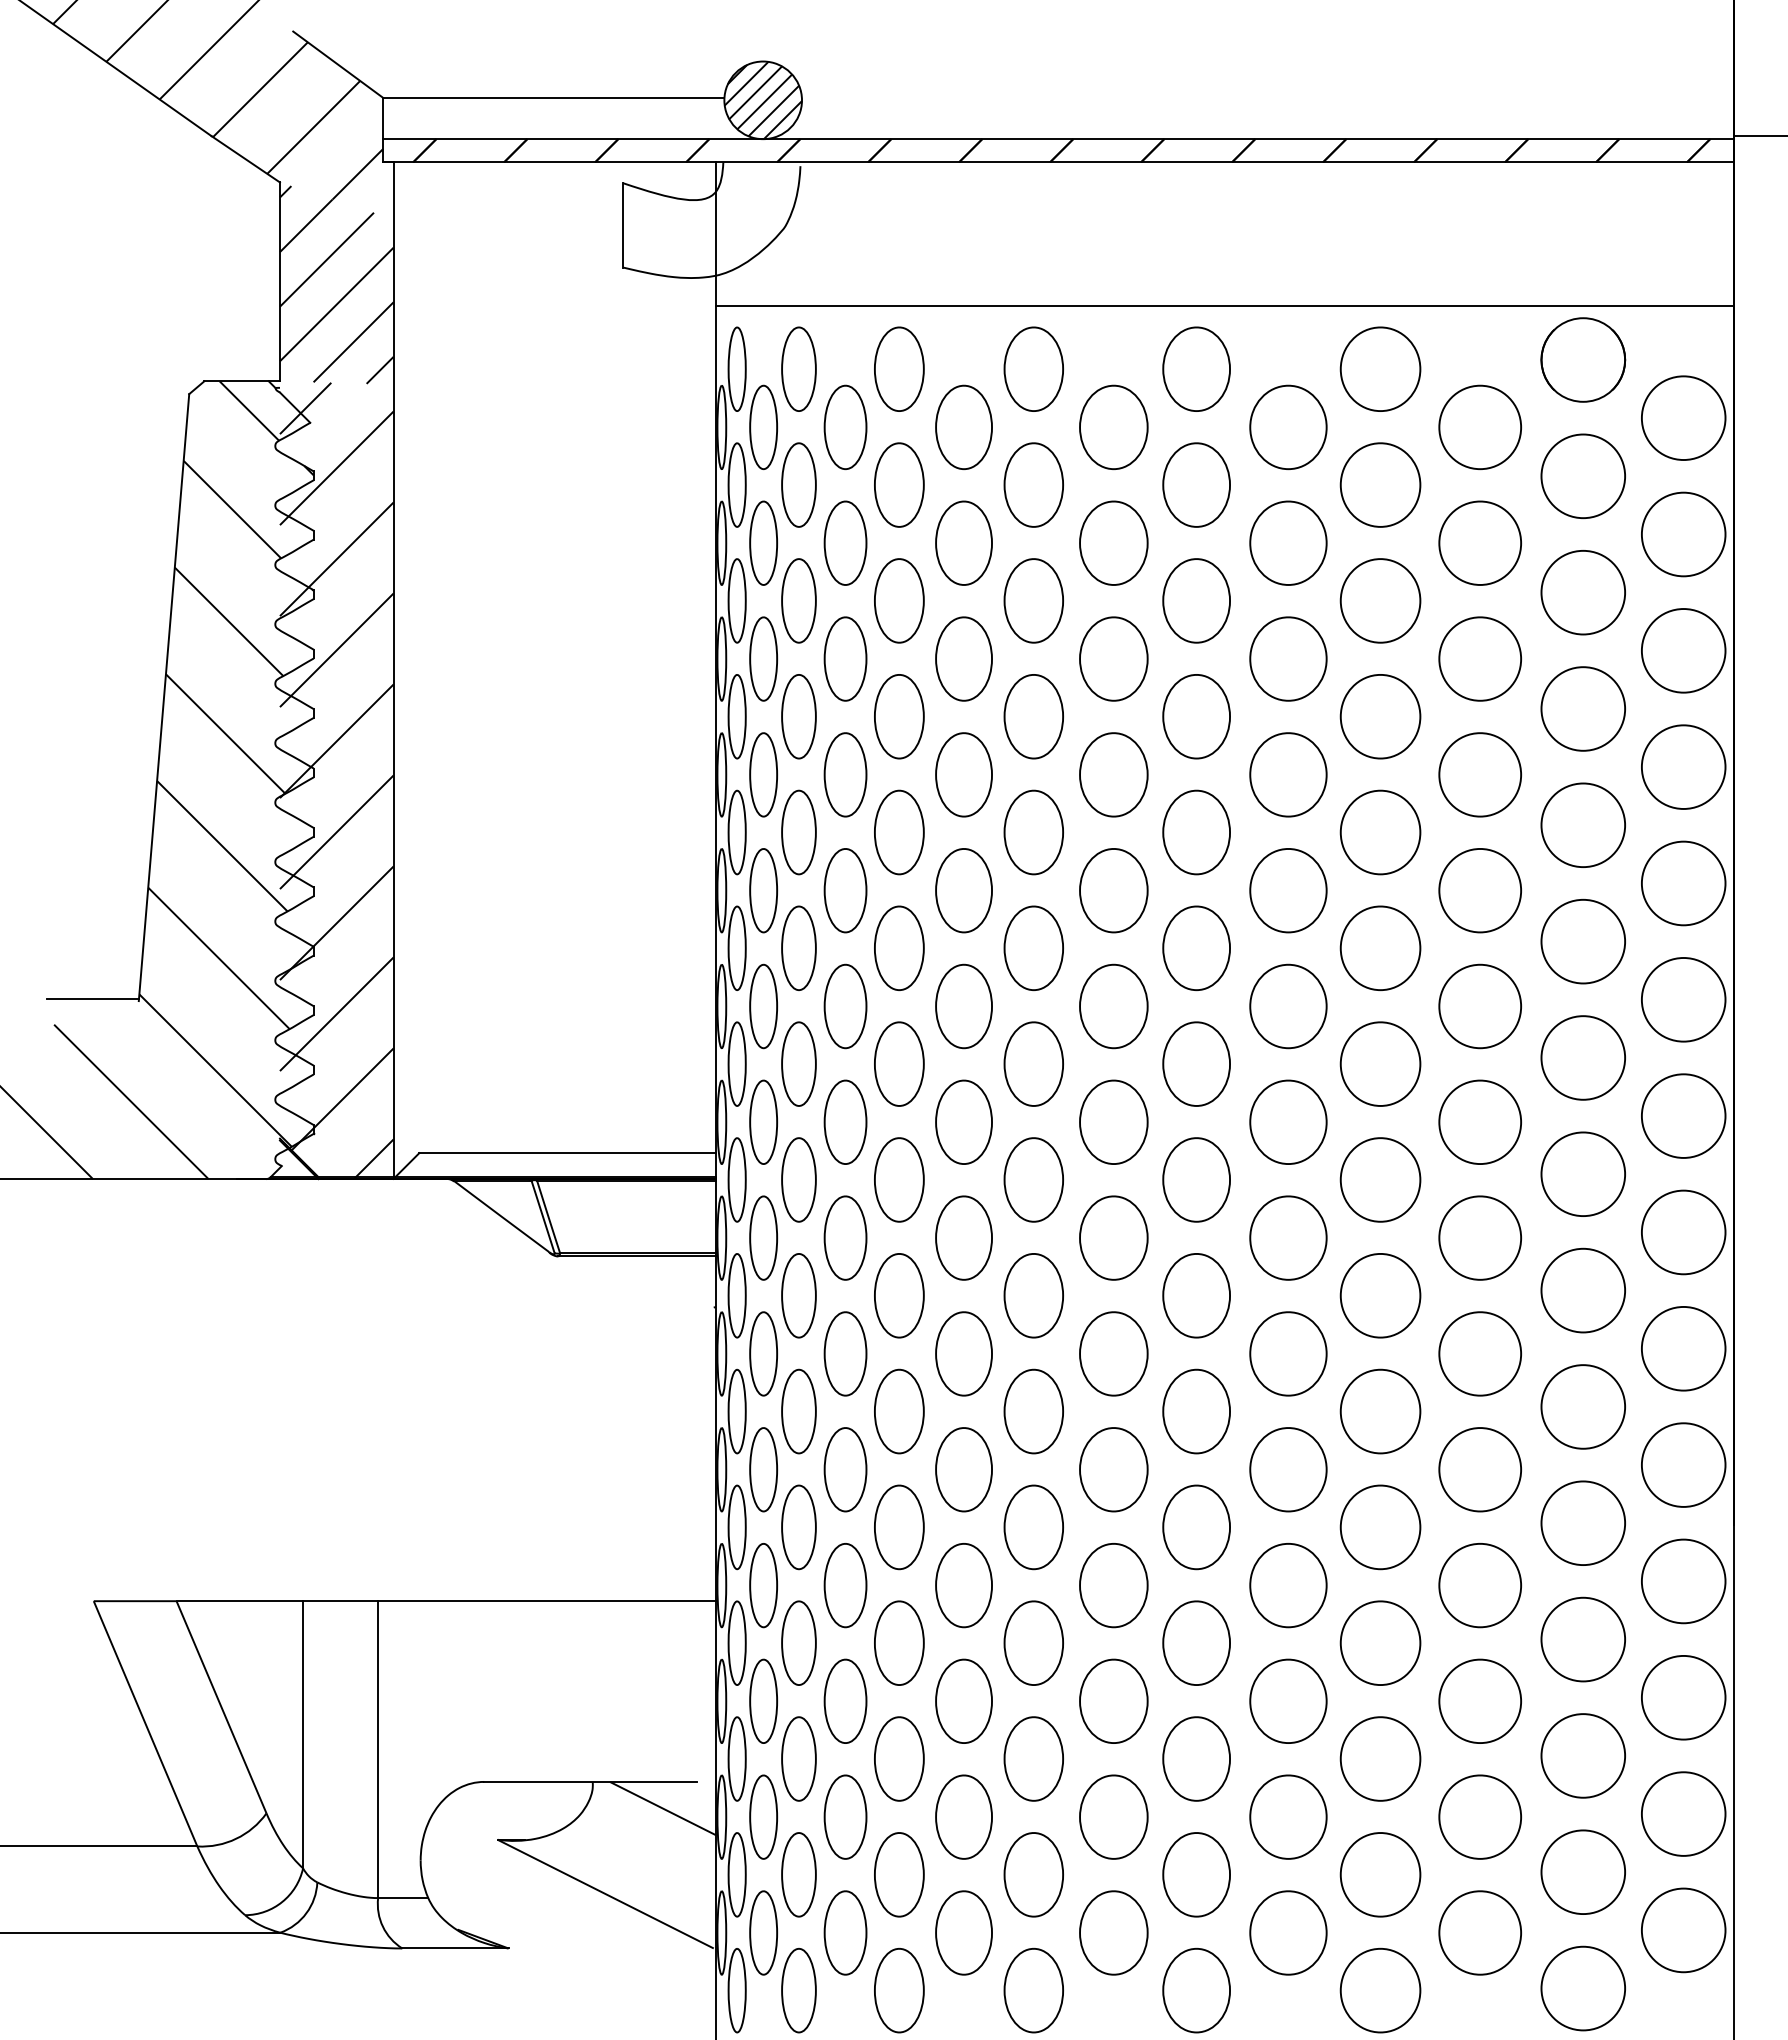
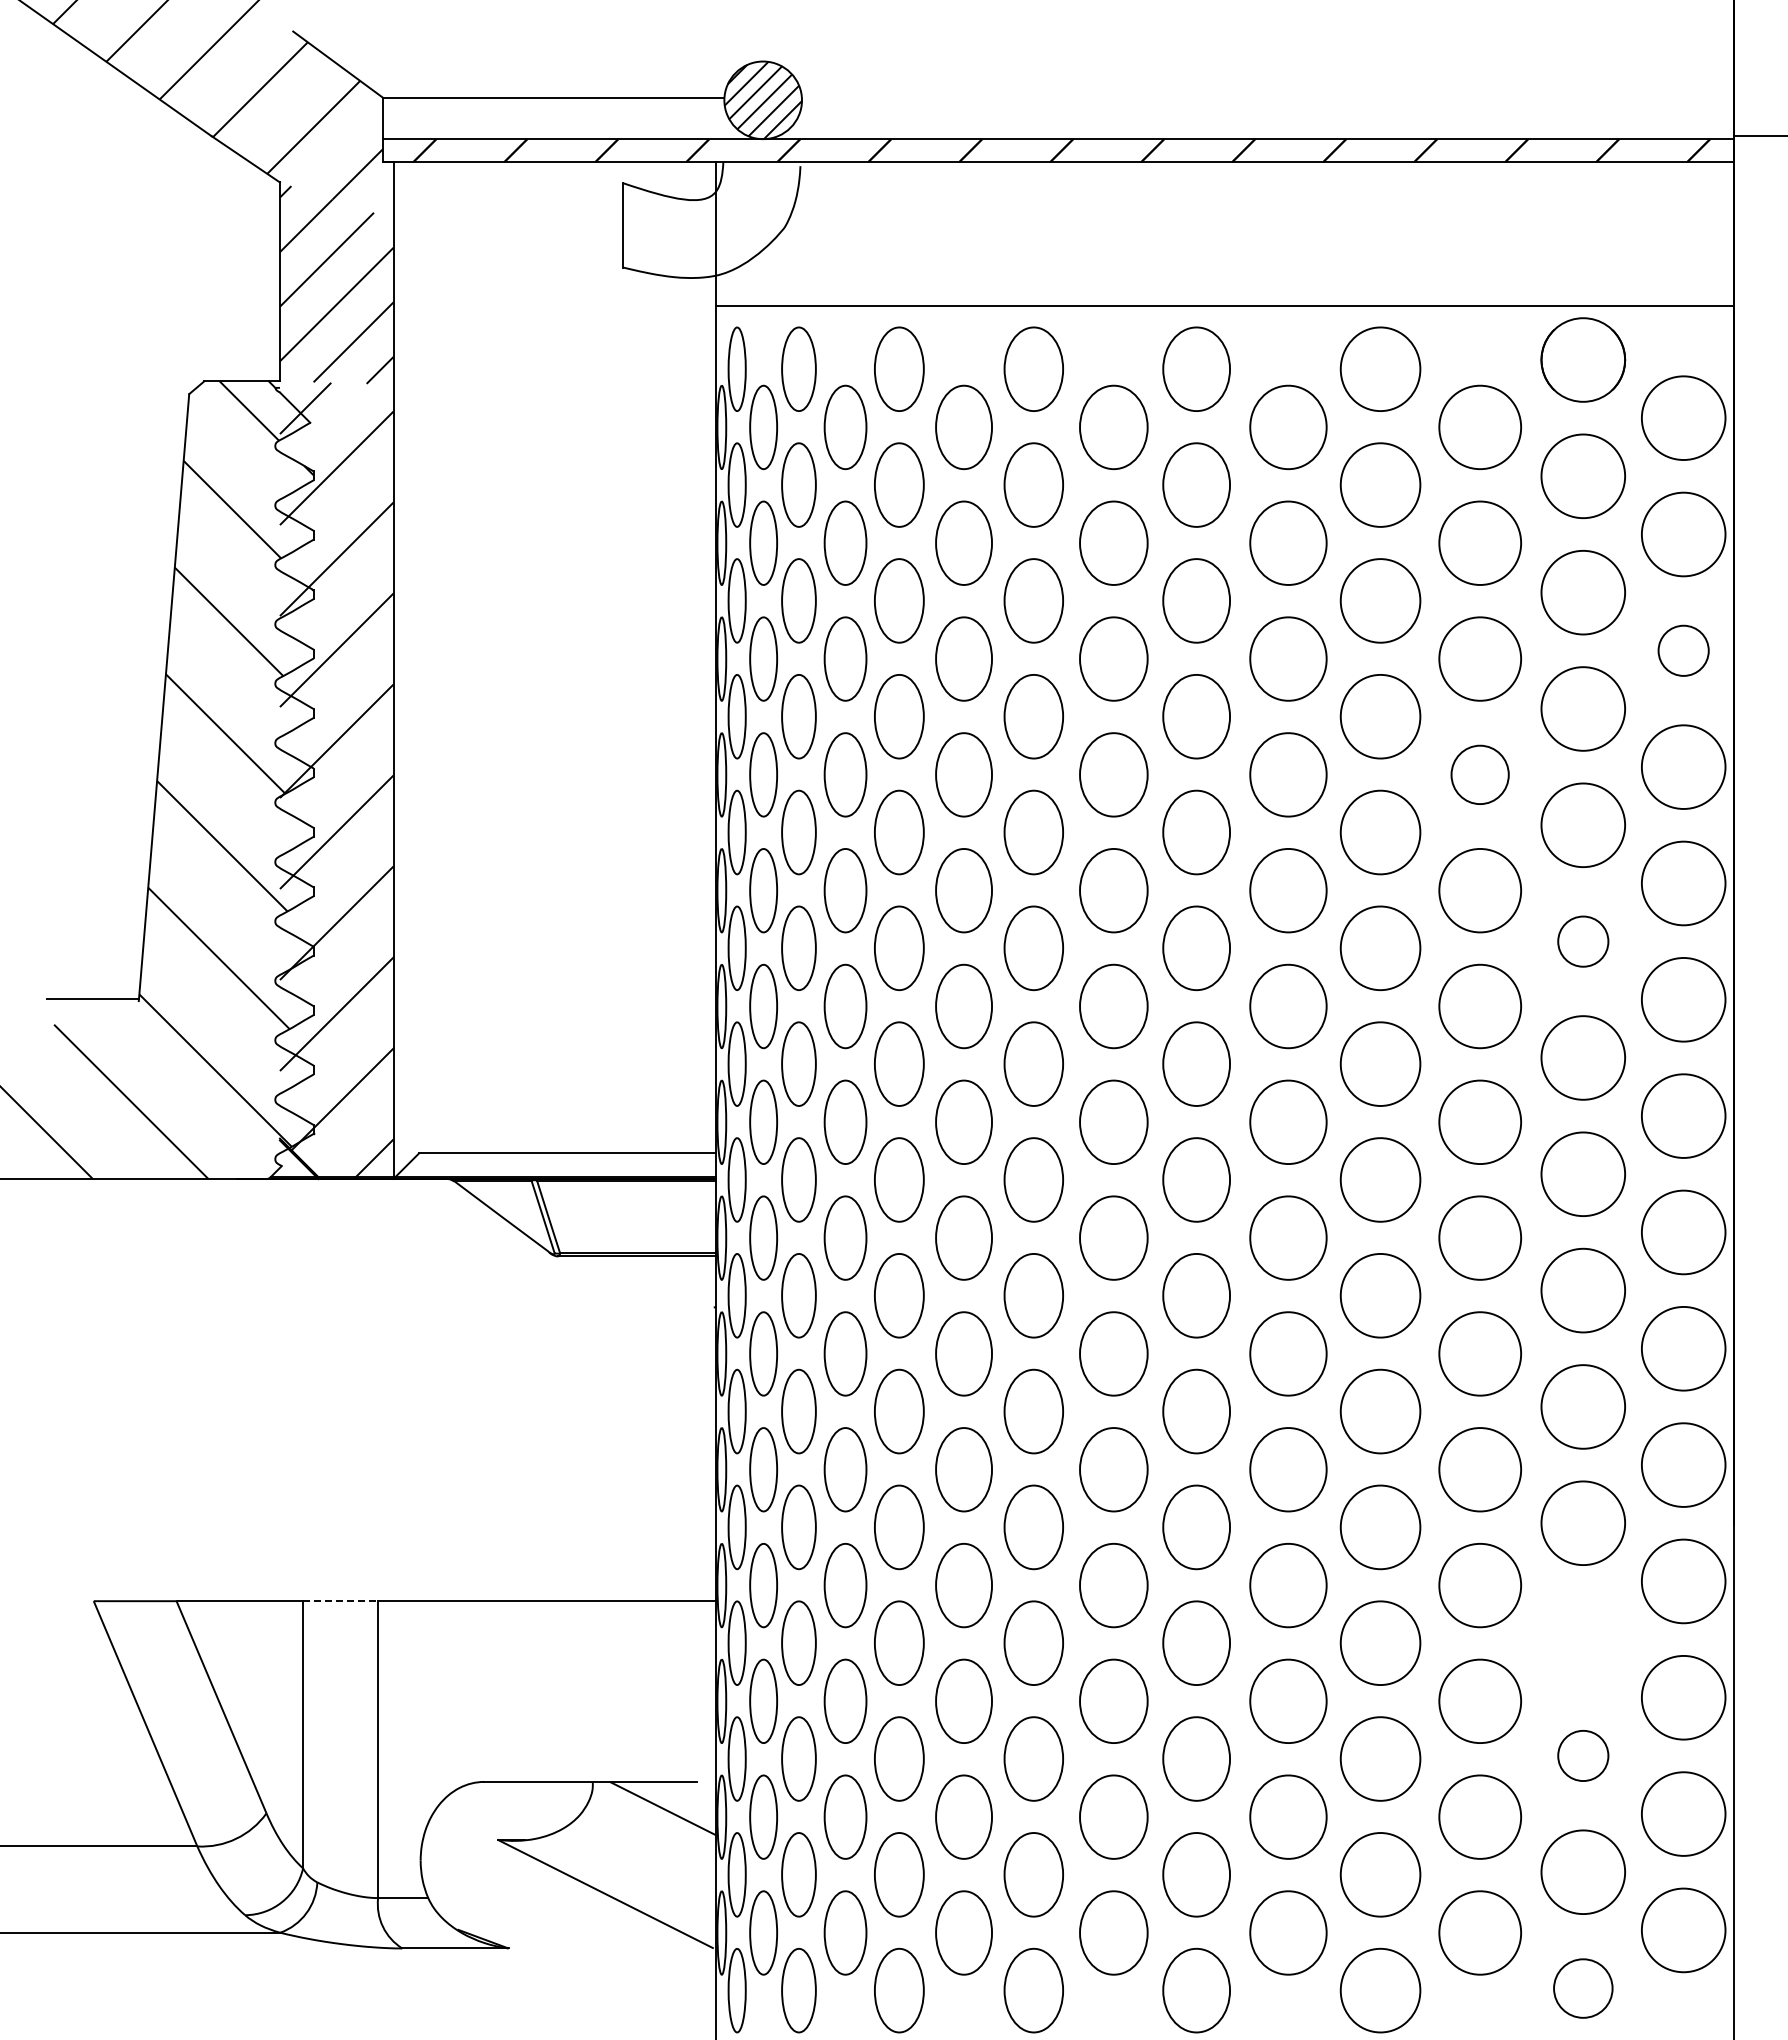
circle at (1683, 650) diameter: 84 px -> 50 px
part at (1479, 774) size: 84x86 px -> 60x61 px
circle at (1583, 941) diameter: 84 px -> 50 px
line at (340, 1601): solid -> dashed
circle at (1582, 1639): present -> none
circle at (1583, 1755) diameter: 84 px -> 50 px
circle at (1583, 1988) diameter: 84 px -> 59 px
